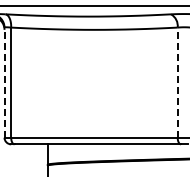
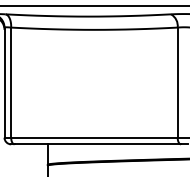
line at (4, 82): dashed -> solid
line at (177, 82): dashed -> solid
